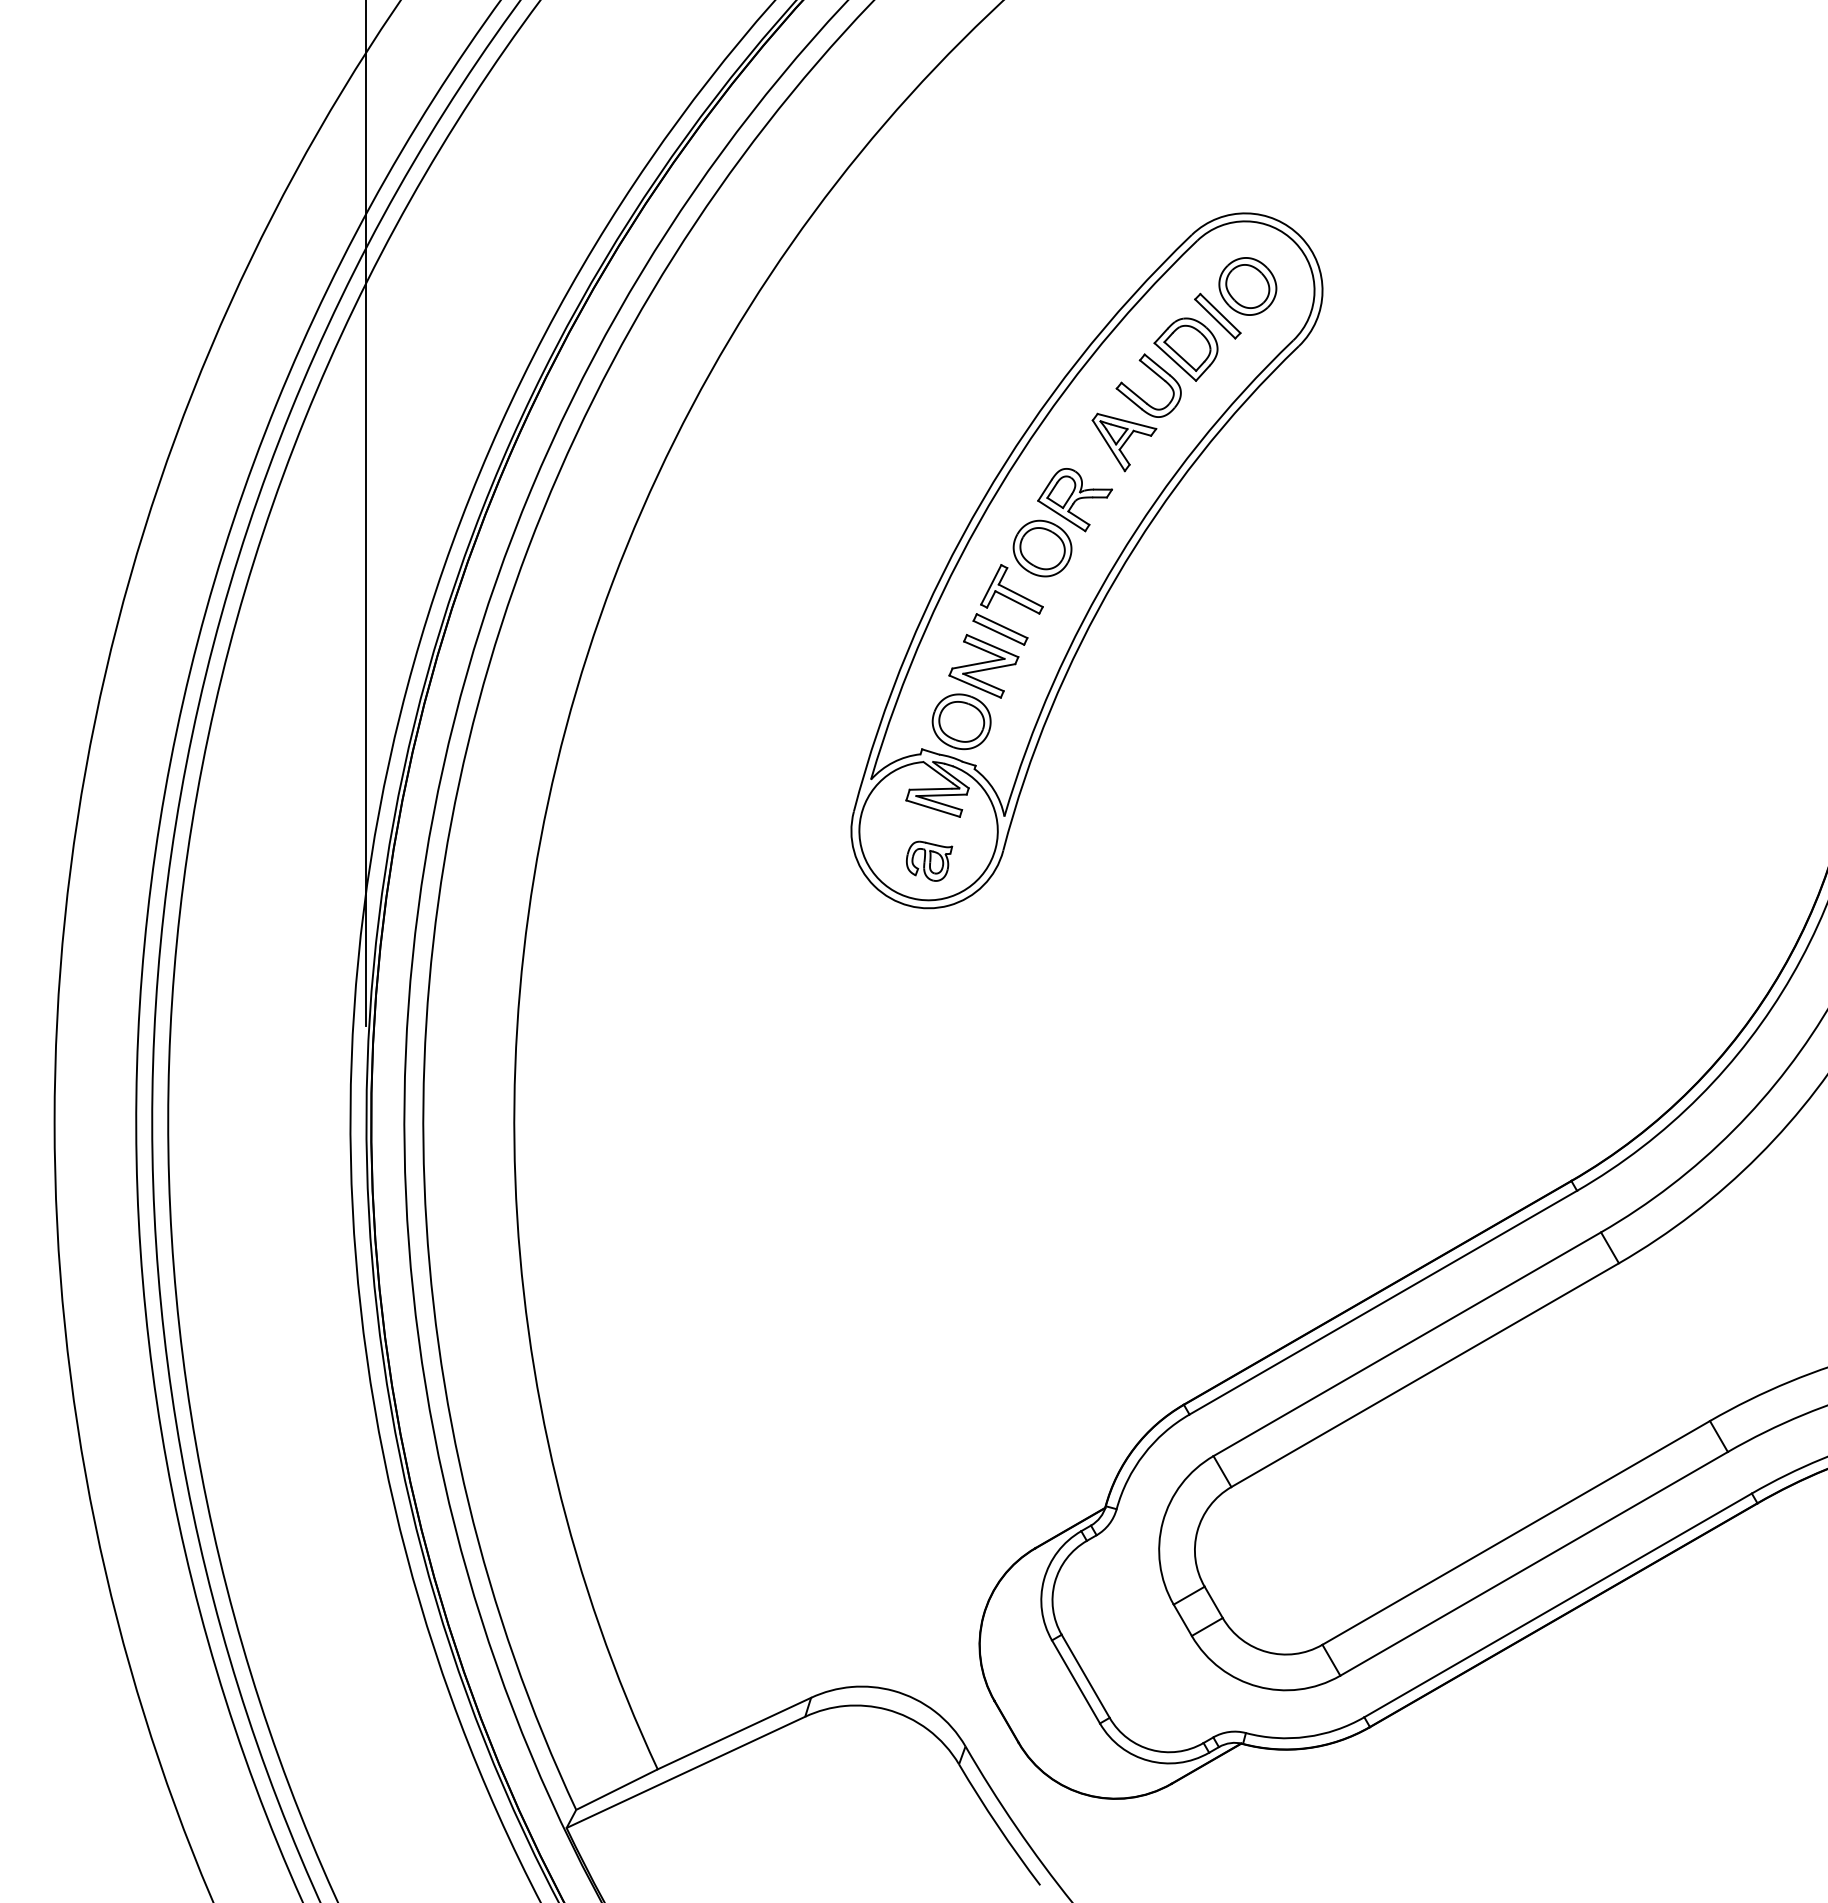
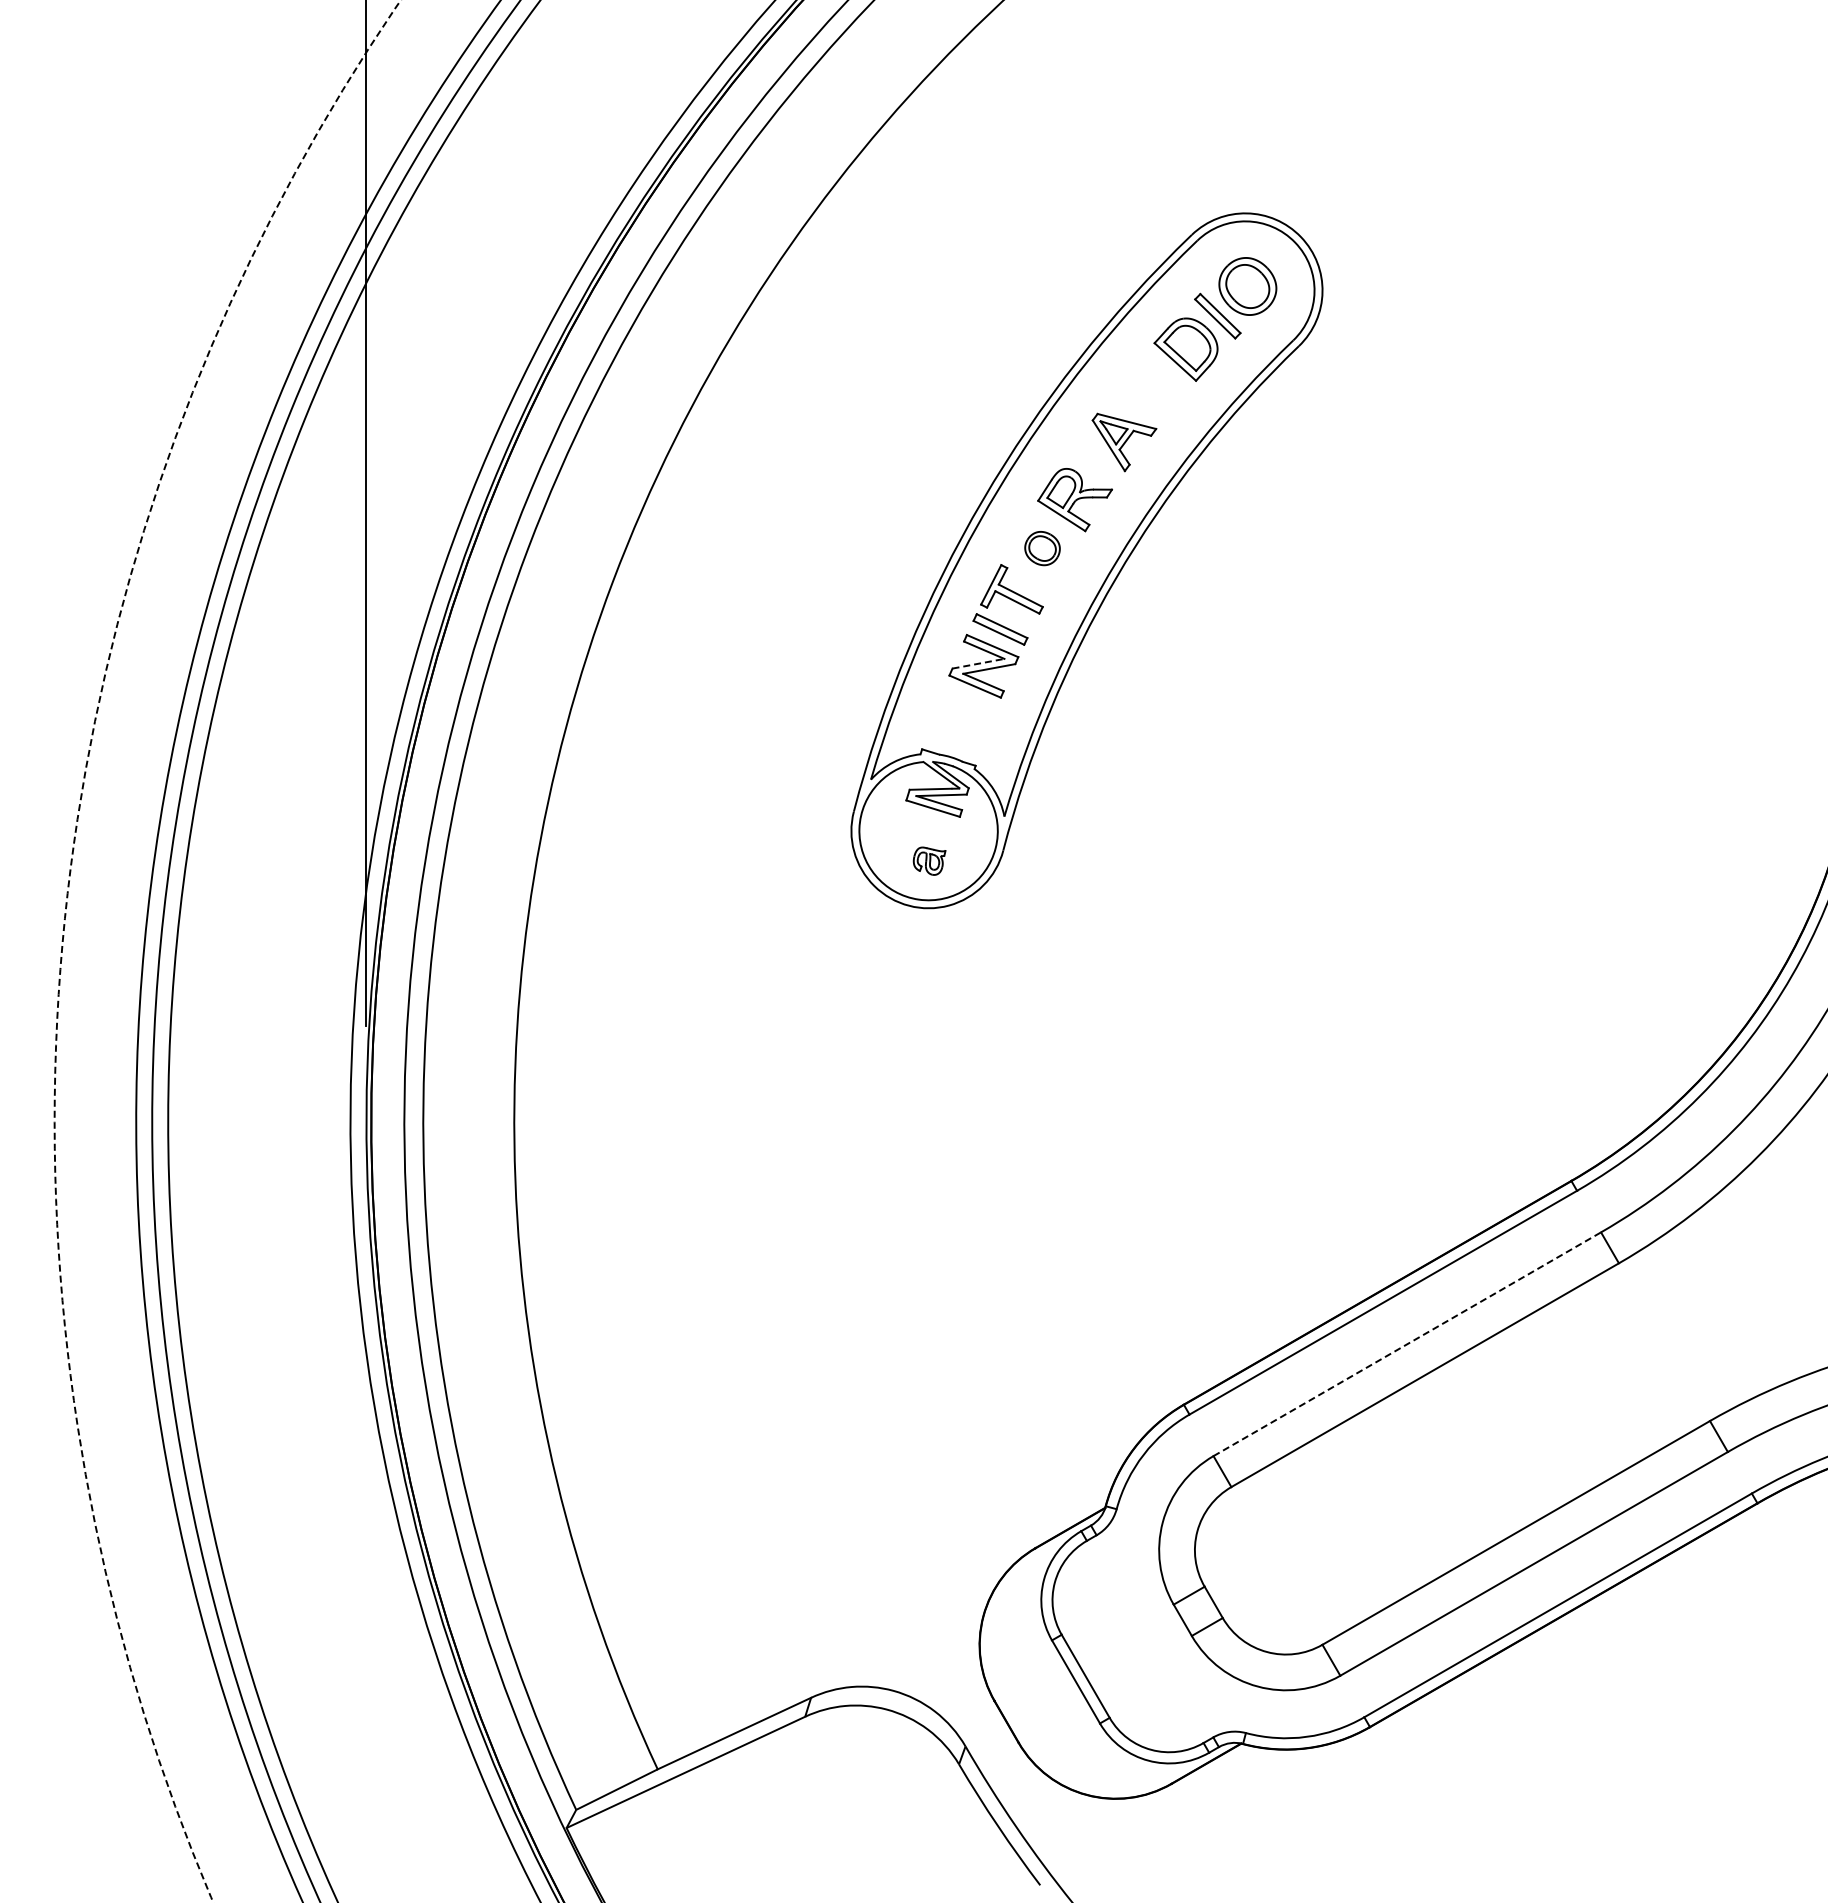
part at (1156, 375): present -> none
part at (1042, 548) size: 61x59 px -> 37x36 px
line at (978, 663): solid -> dashed
part at (961, 721): present -> none
part at (929, 860) size: 48x42 px -> 35x30 px
circle at (227, 951): solid -> dashed
line at (1407, 1344): solid -> dashed
